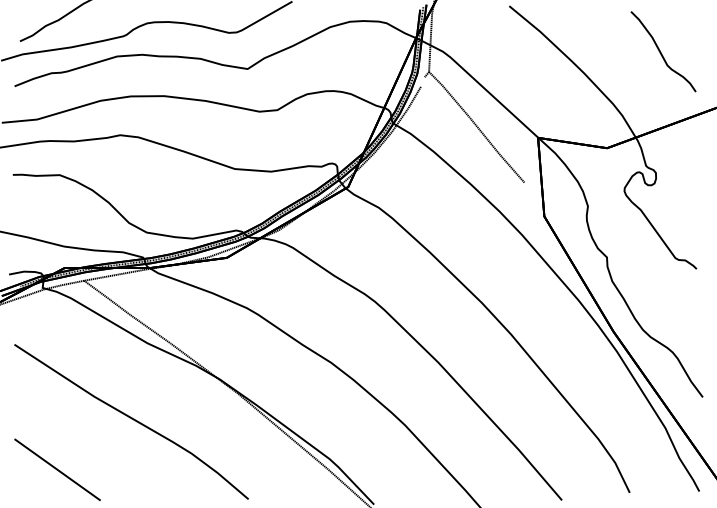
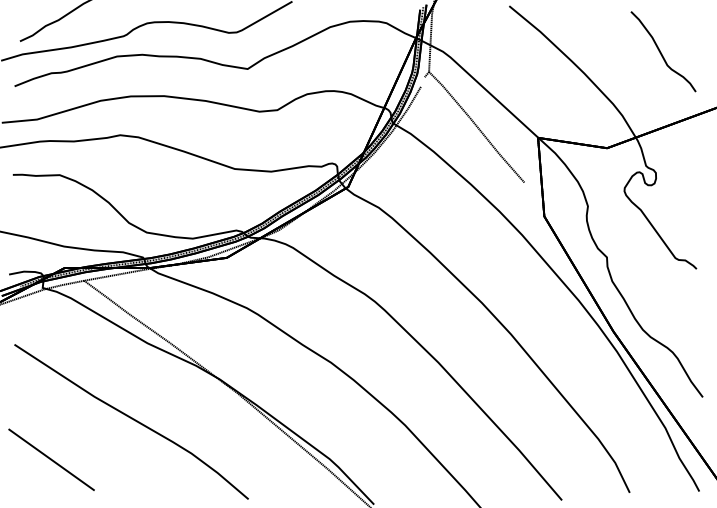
line at (57, 469) position: (57, 469) -> (51, 459)
